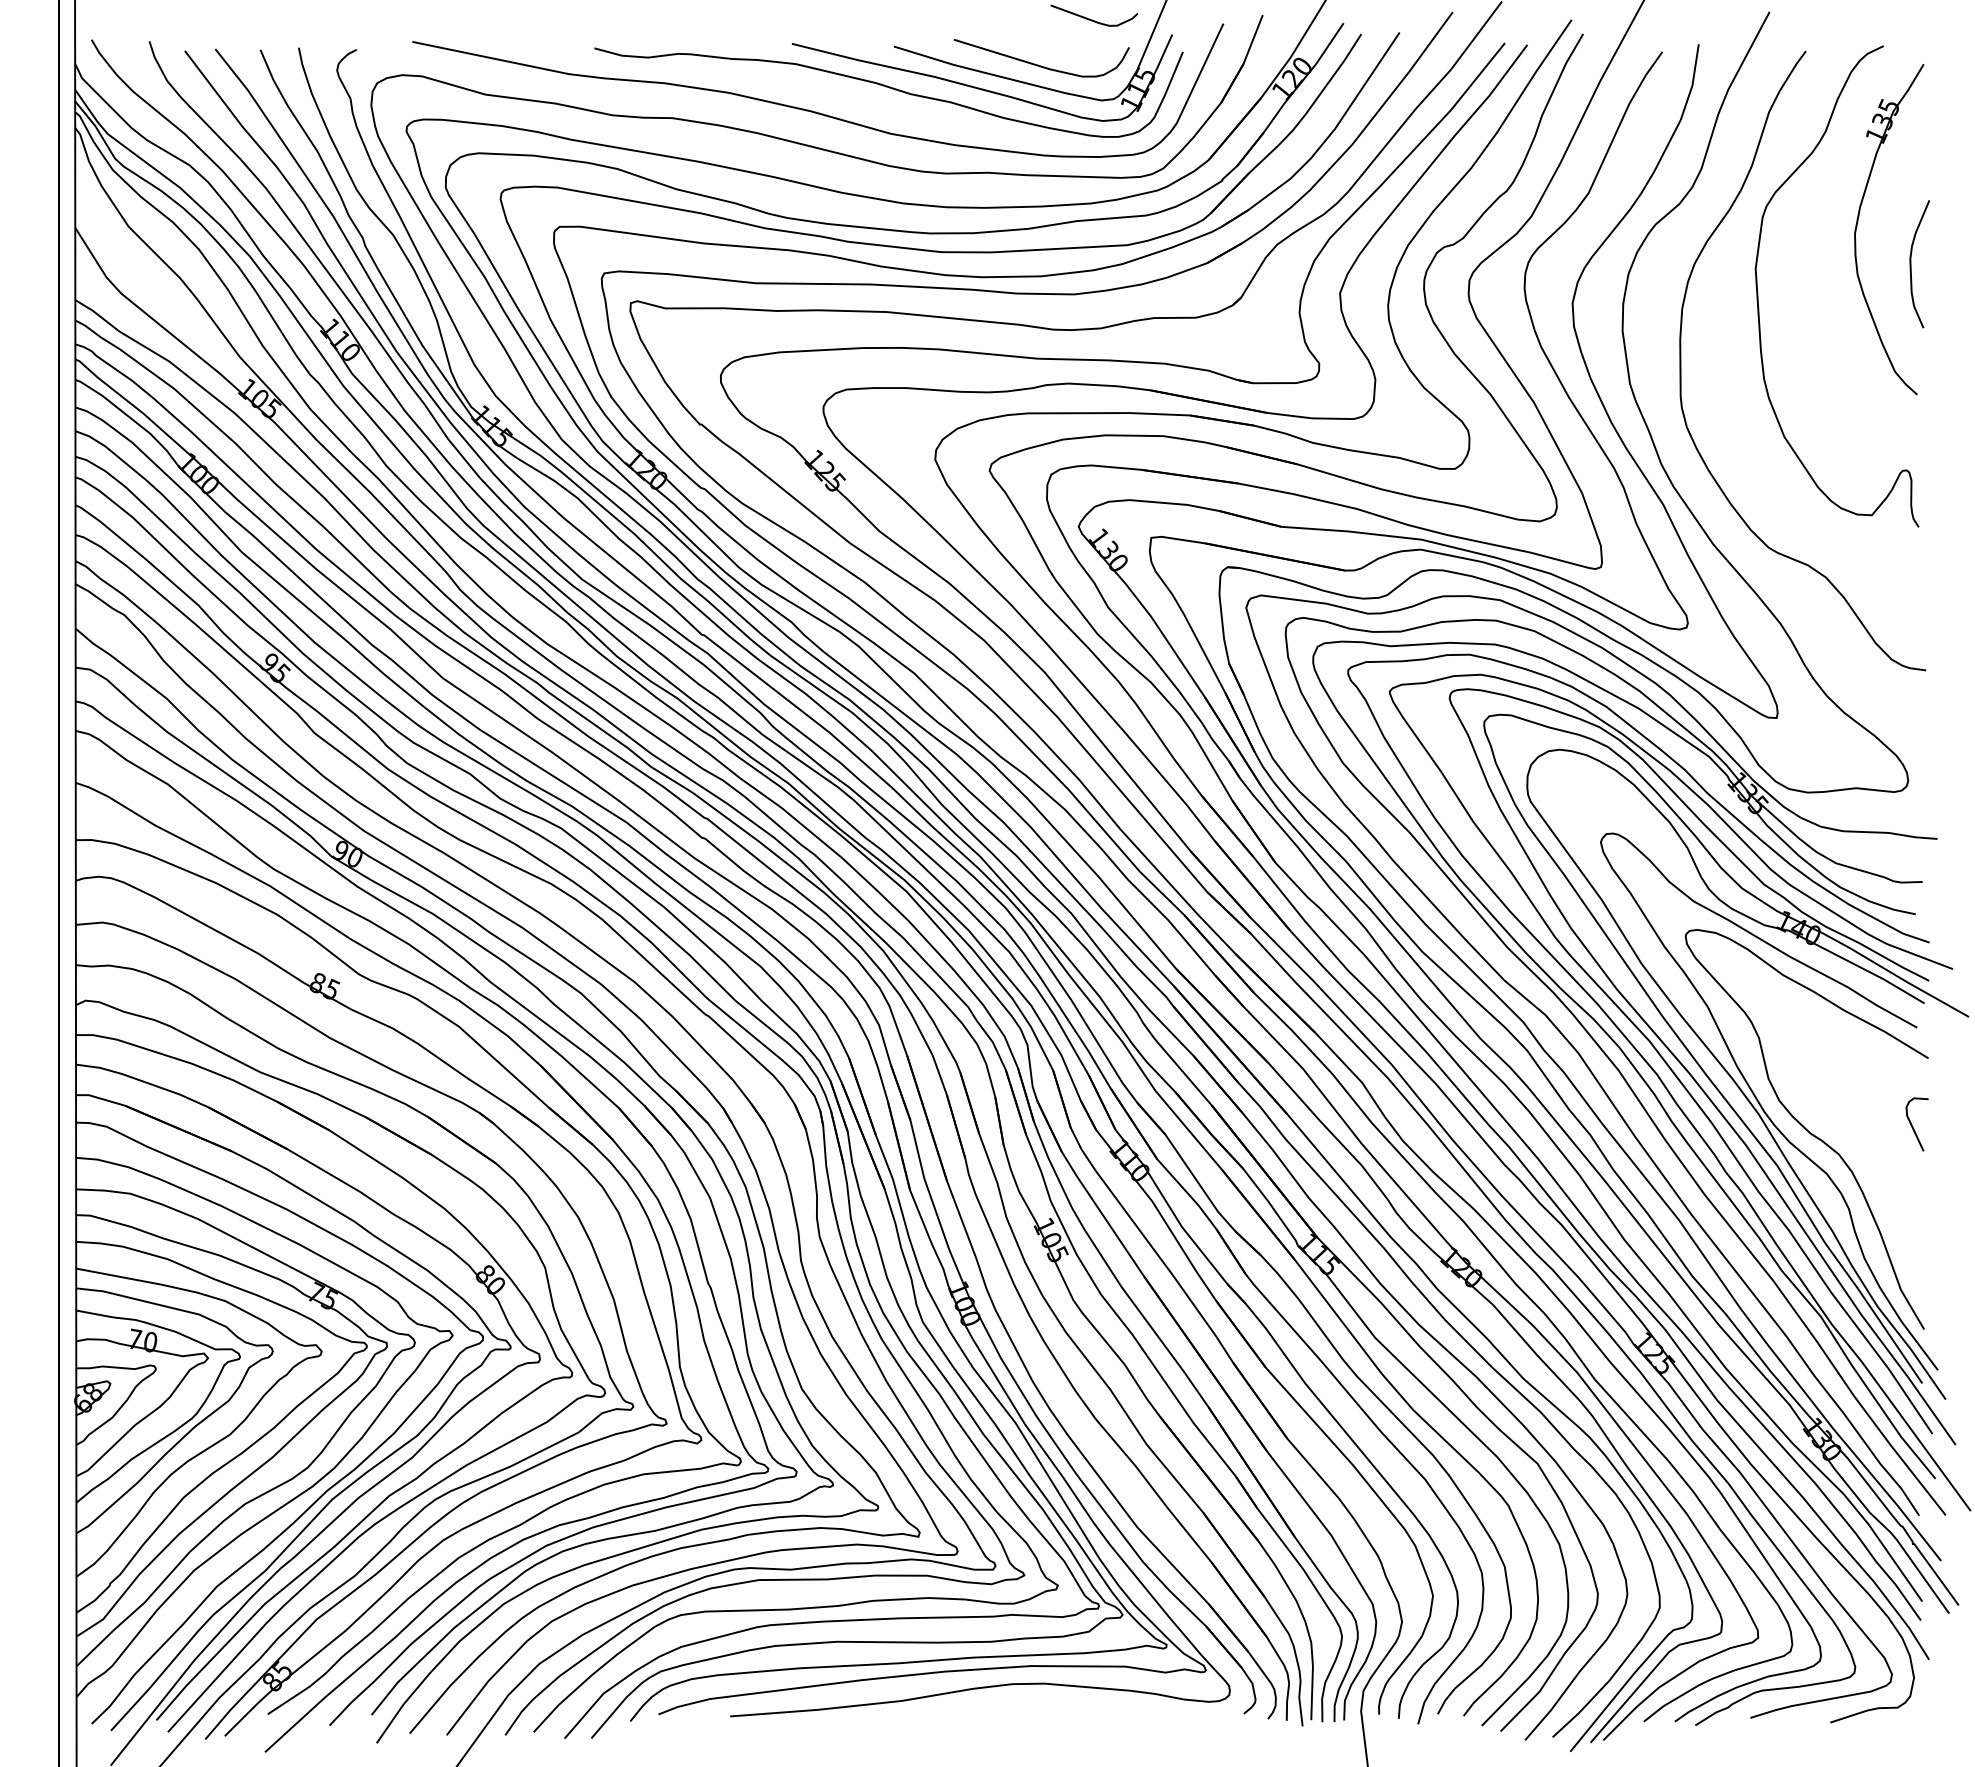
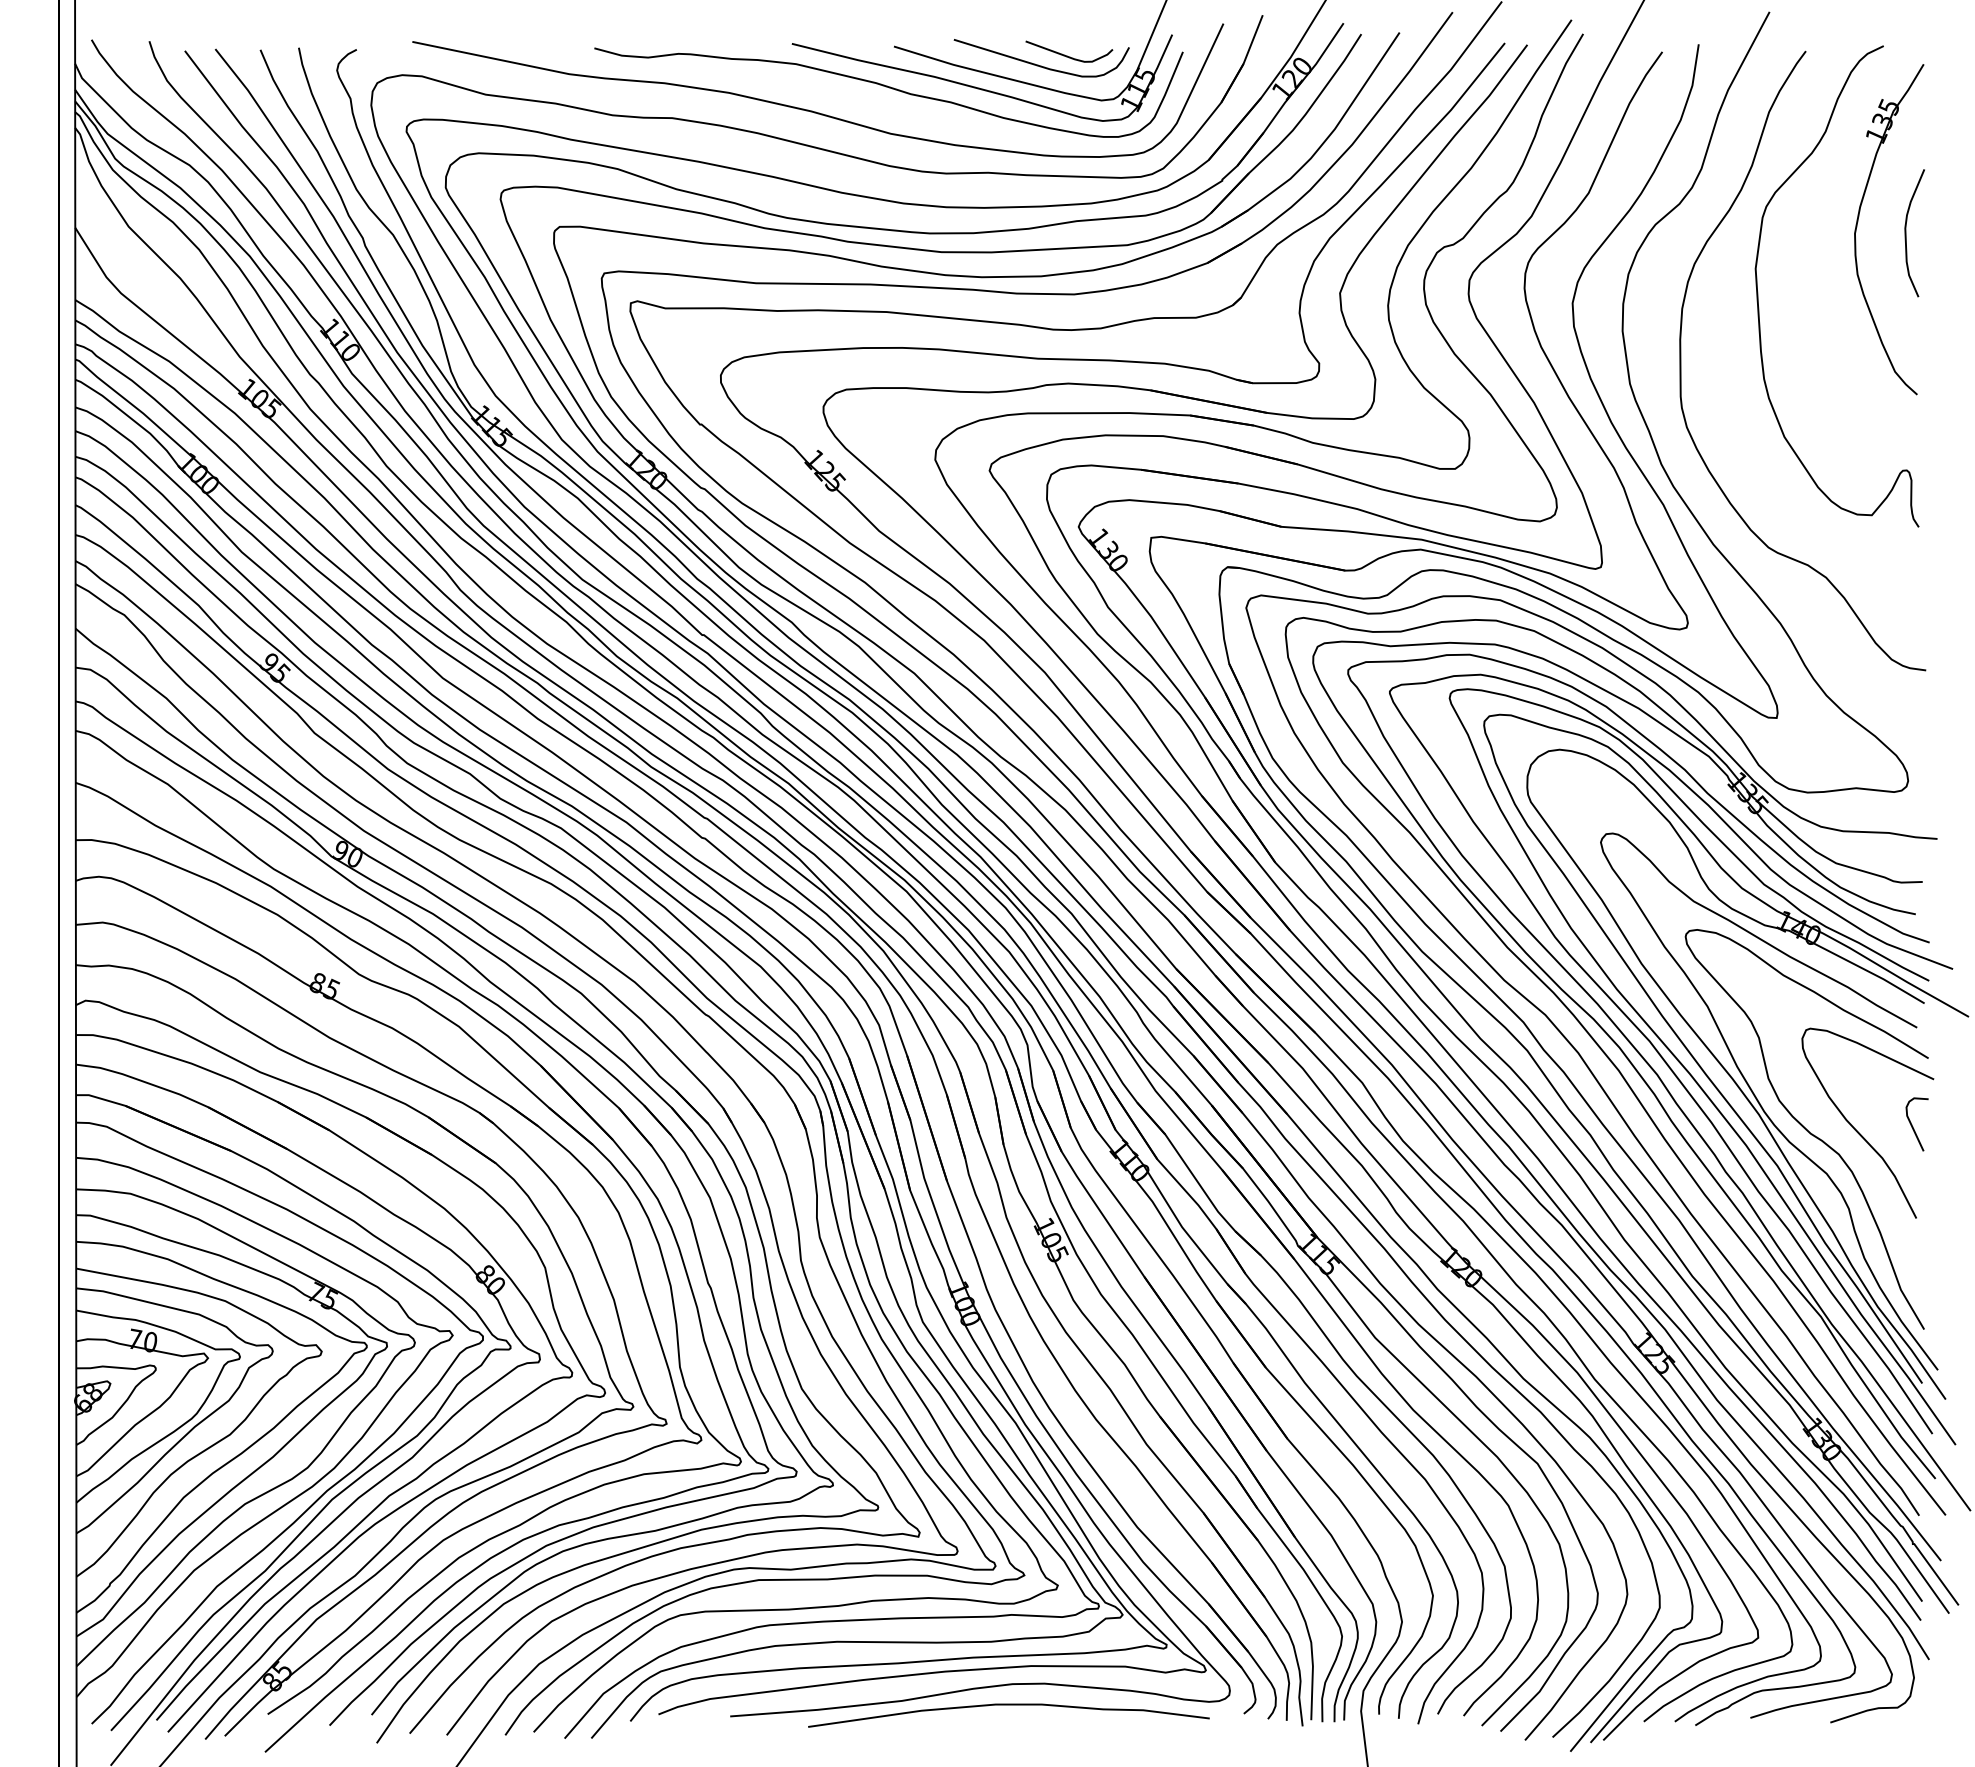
curve at (1092, 19) position: (1092, 19) -> (1067, 55)
curve at (1911, 264) position: (1911, 264) -> (1906, 233)
curve at (1858, 1131): none -> present
curve at (1008, 1705): none -> present
